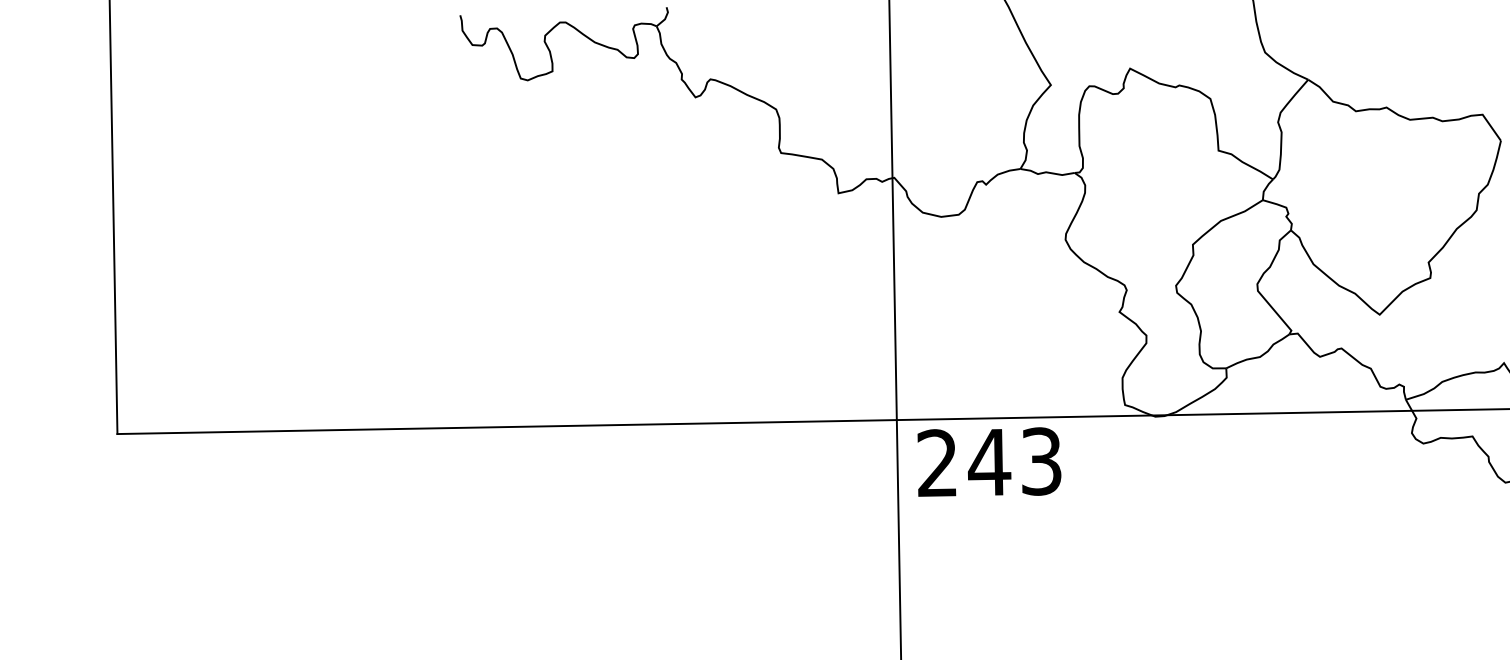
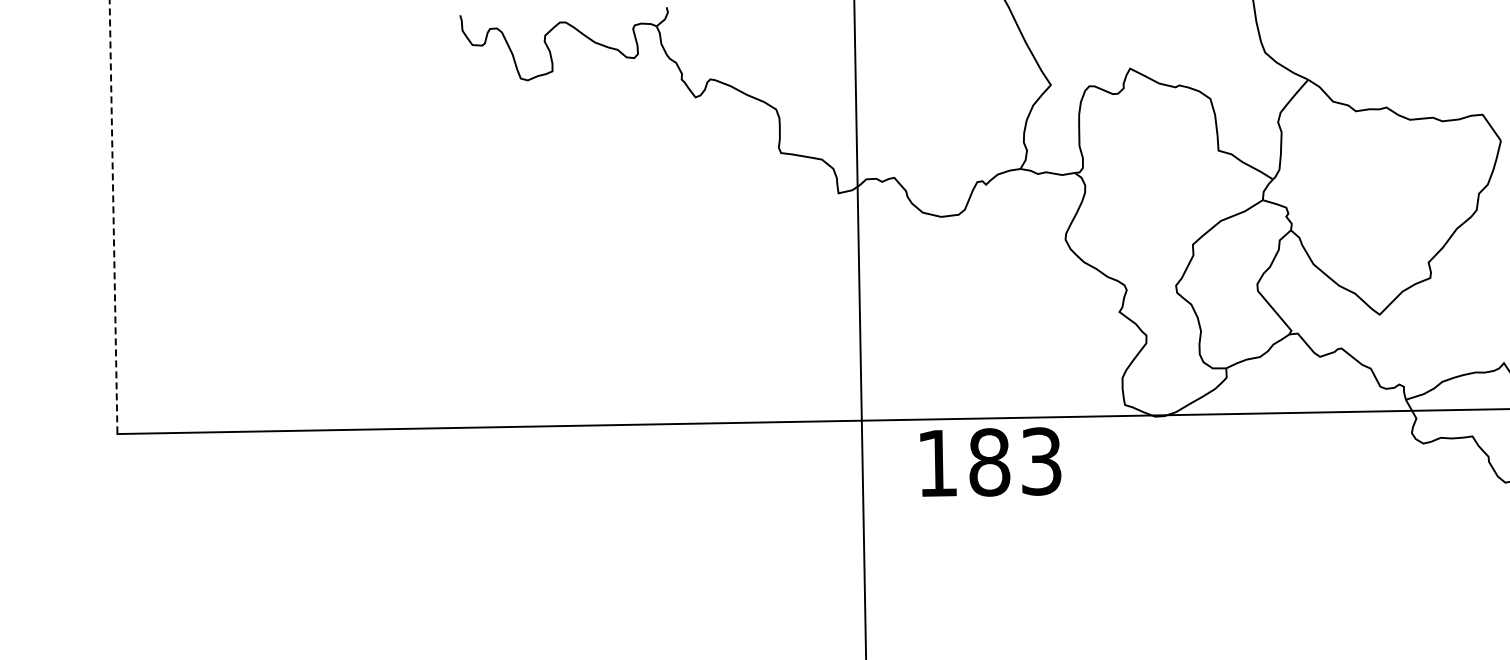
line at (113, 217): solid -> dashed
line at (895, 329) position: (895, 329) -> (860, 329)
text at (964, 462): 243 -> 183
